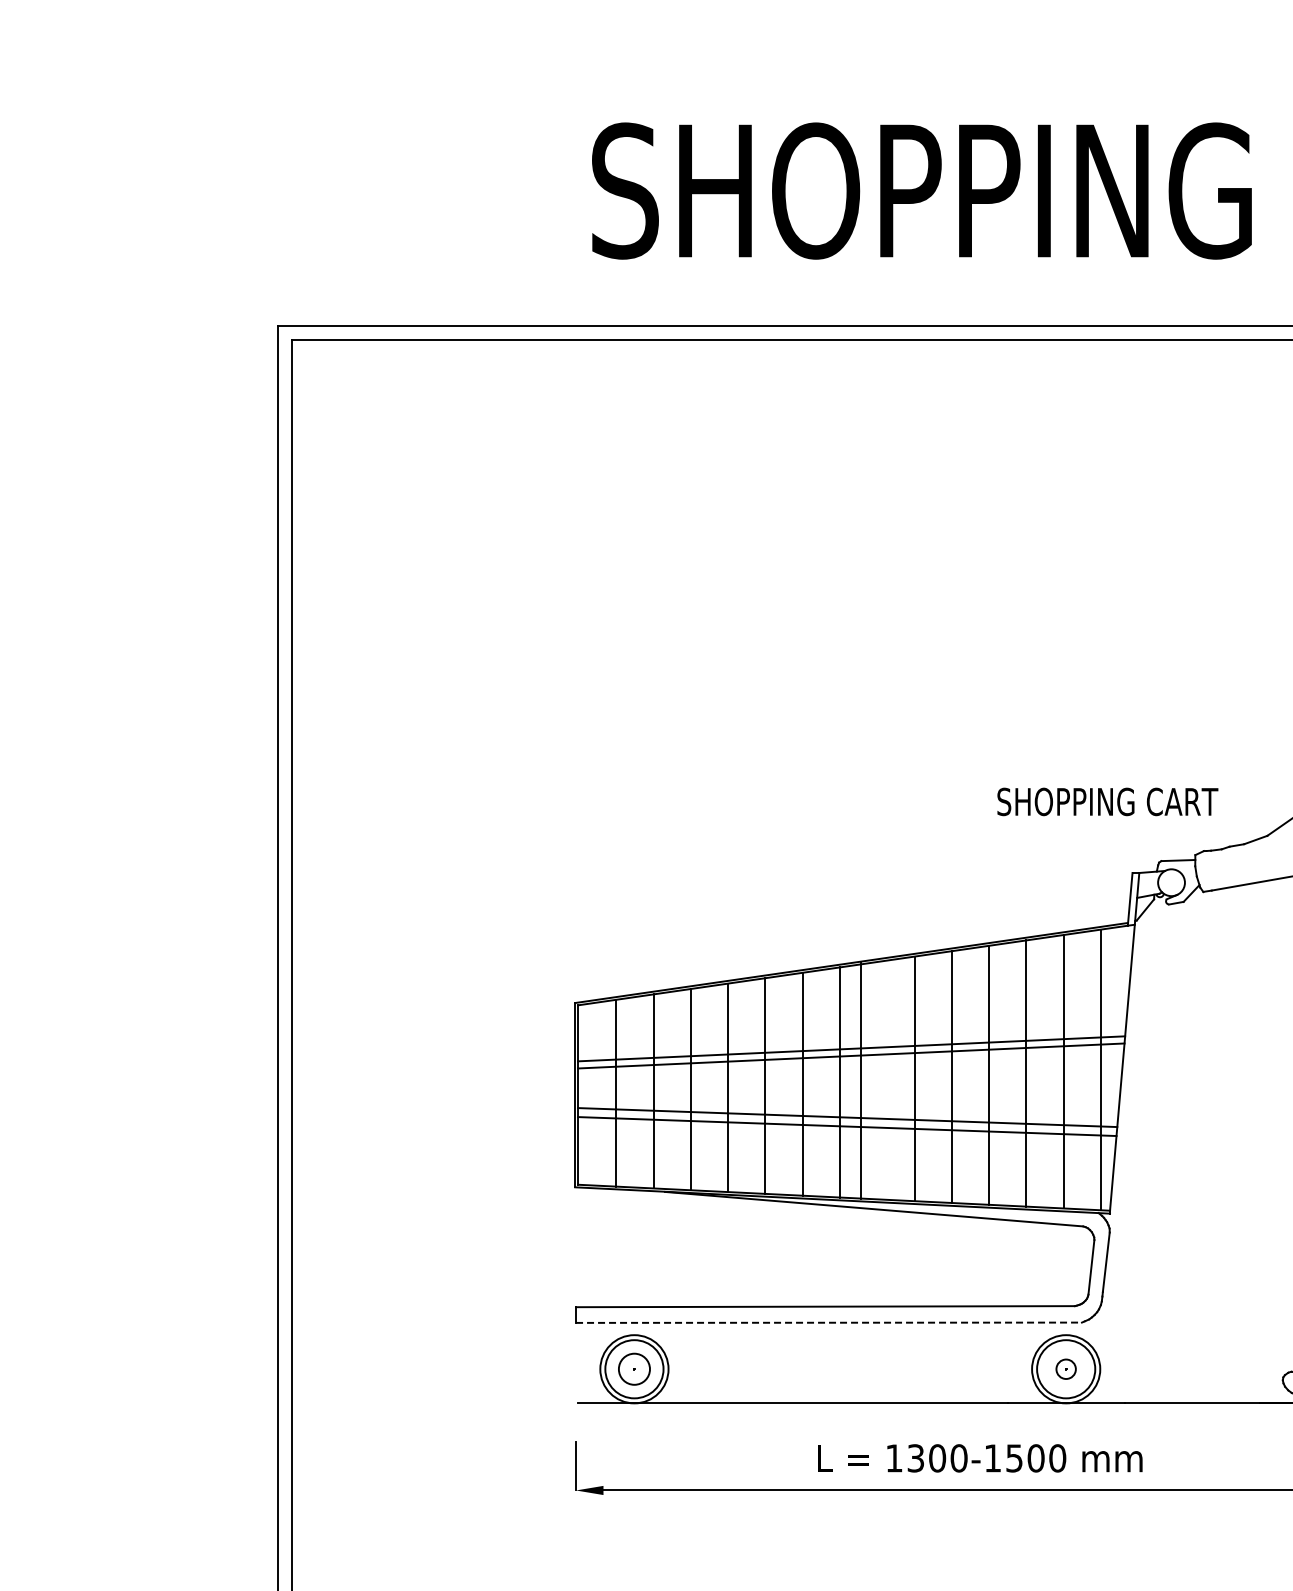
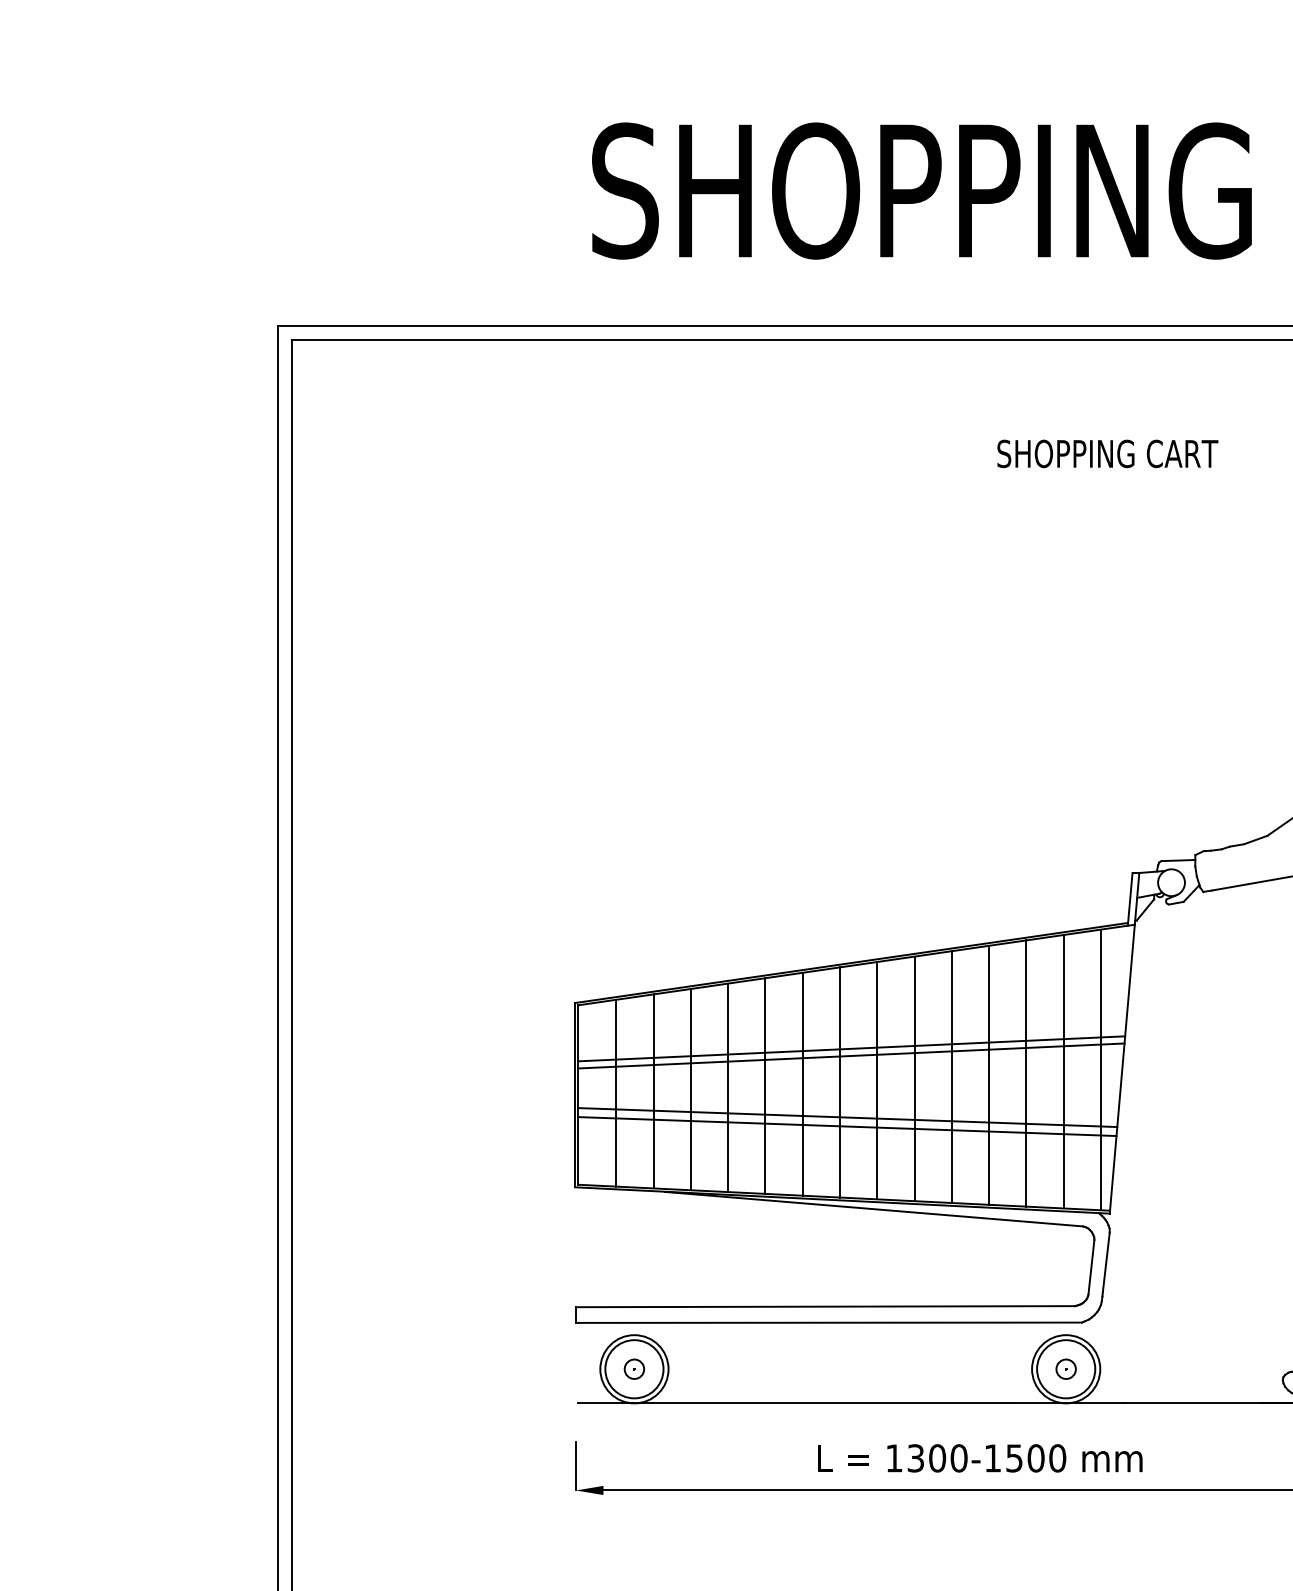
text at (1107, 801) position: (1107, 801) -> (1107, 453)
line at (861, 1080) position: (861, 1080) -> (877, 1080)
line at (829, 1322): dashed -> solid
circle at (634, 1368) diameter: 31 px -> 19 px
